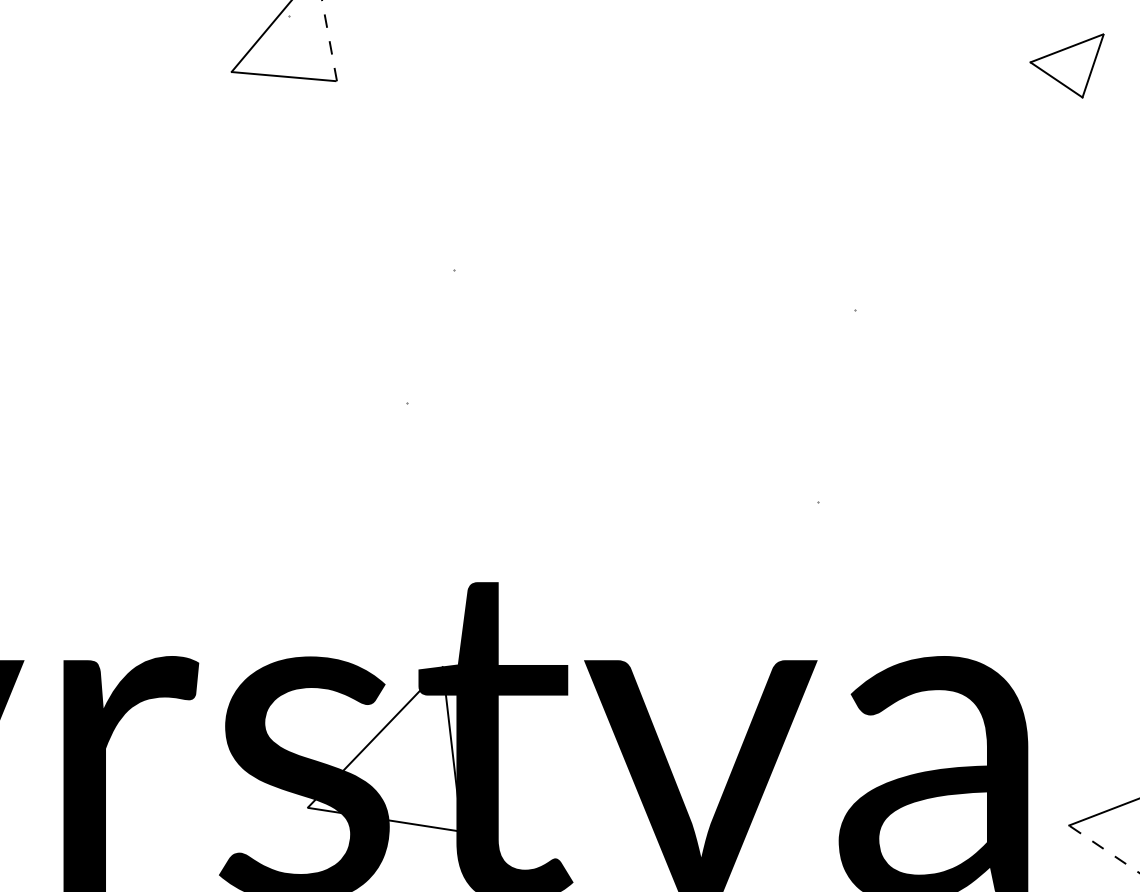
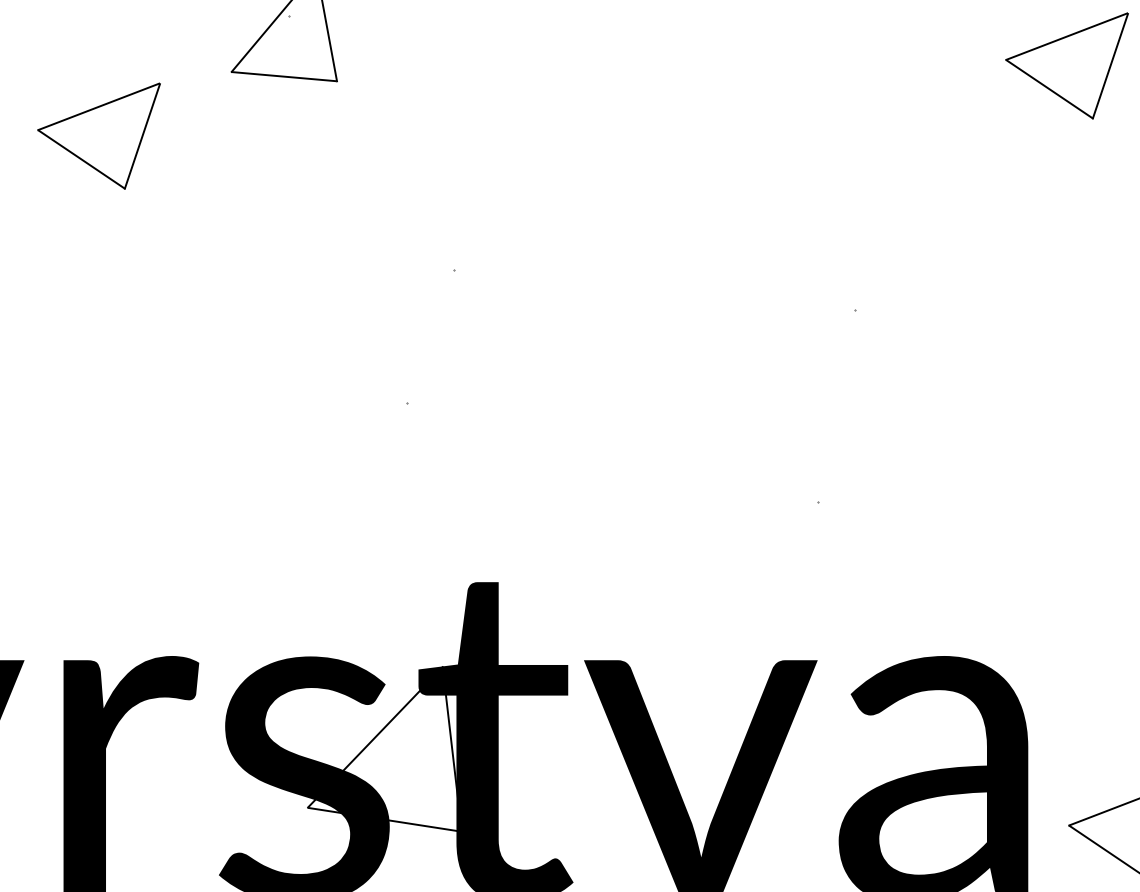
line at (329, 40): dashed -> solid
part at (1066, 65) size: 76x66 px -> 124x108 px
part at (98, 135): none -> present
line at (1104, 849): dashed -> solid
